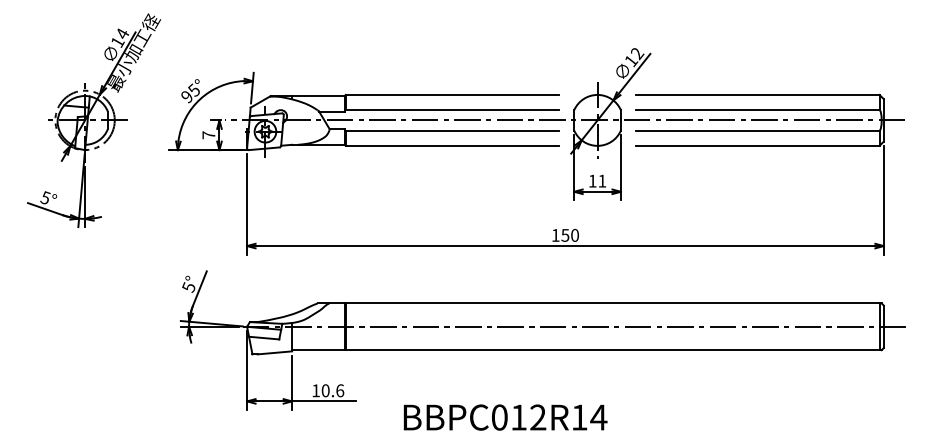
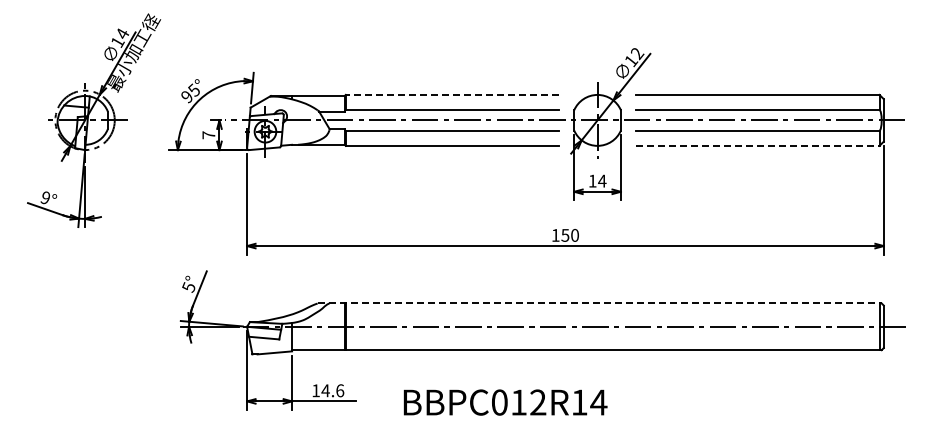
line at (452, 94): solid -> dashed
line at (757, 145): solid -> dashed
text at (602, 180): 11 -> 14
text at (45, 197): 5° -> 9°
line at (600, 303): solid -> dashed
text at (325, 390): 10.6 -> 14.6
text at (505, 417) position: (505, 417) -> (505, 402)
